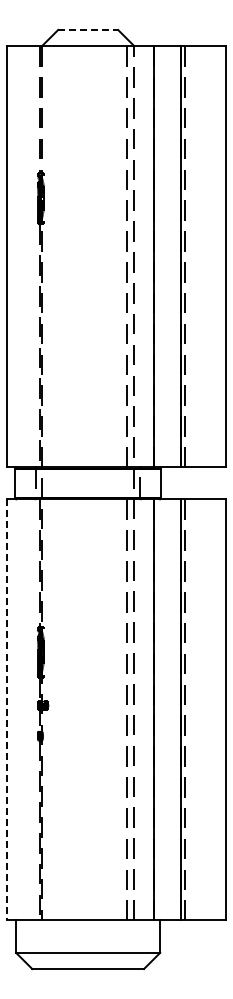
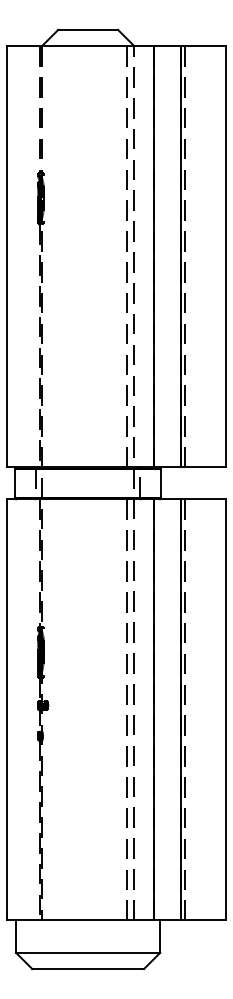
line at (88, 29): dashed -> solid
line at (7, 710): dashed -> solid
